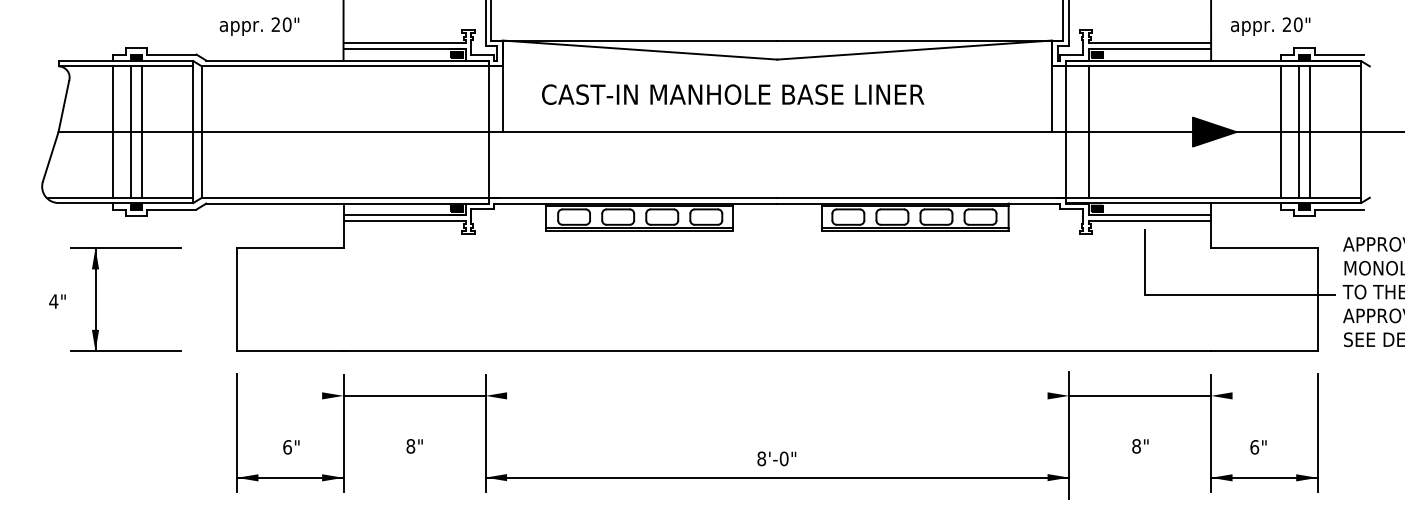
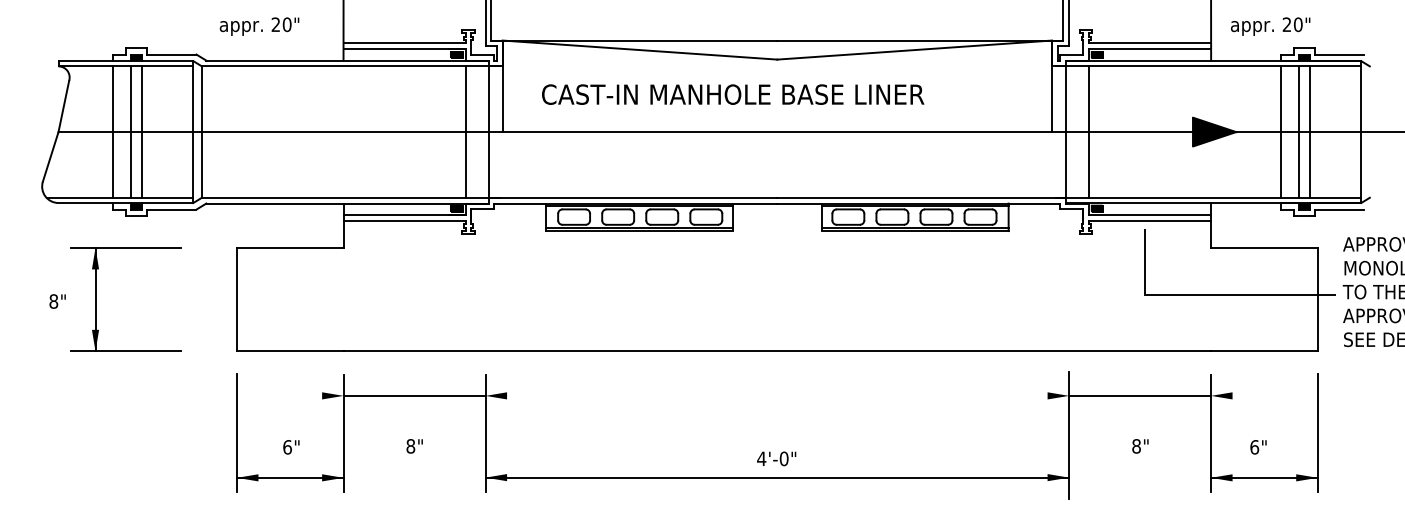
line at (465, 131): none -> present
text at (53, 301): 4" -> 8"
text at (761, 458): 8'-0" -> 4'-0"
